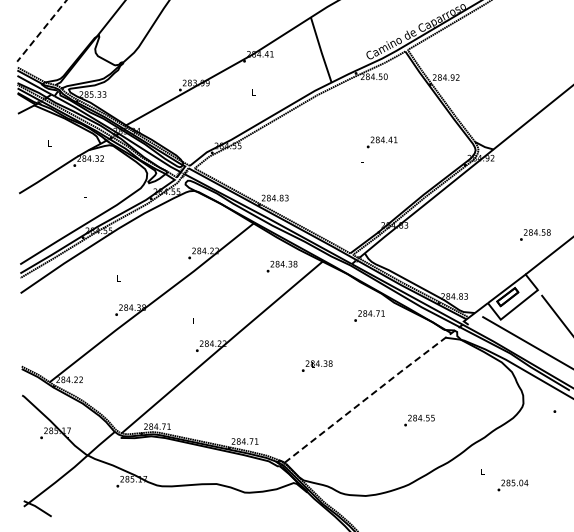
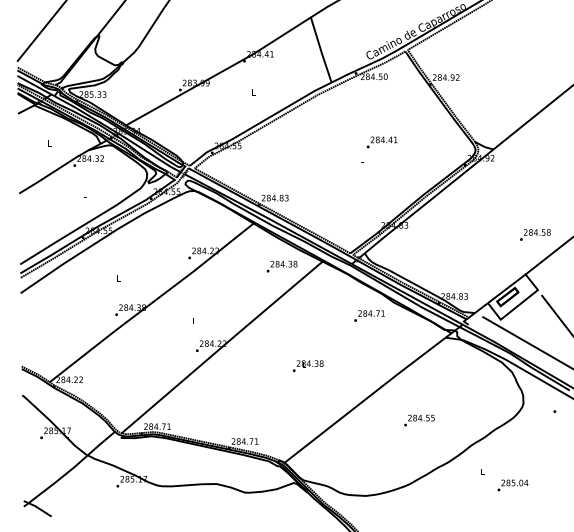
line at (41, 31): dashed -> solid
text at (316, 365) position: (316, 365) -> (307, 365)
line at (374, 392): dashed -> solid
